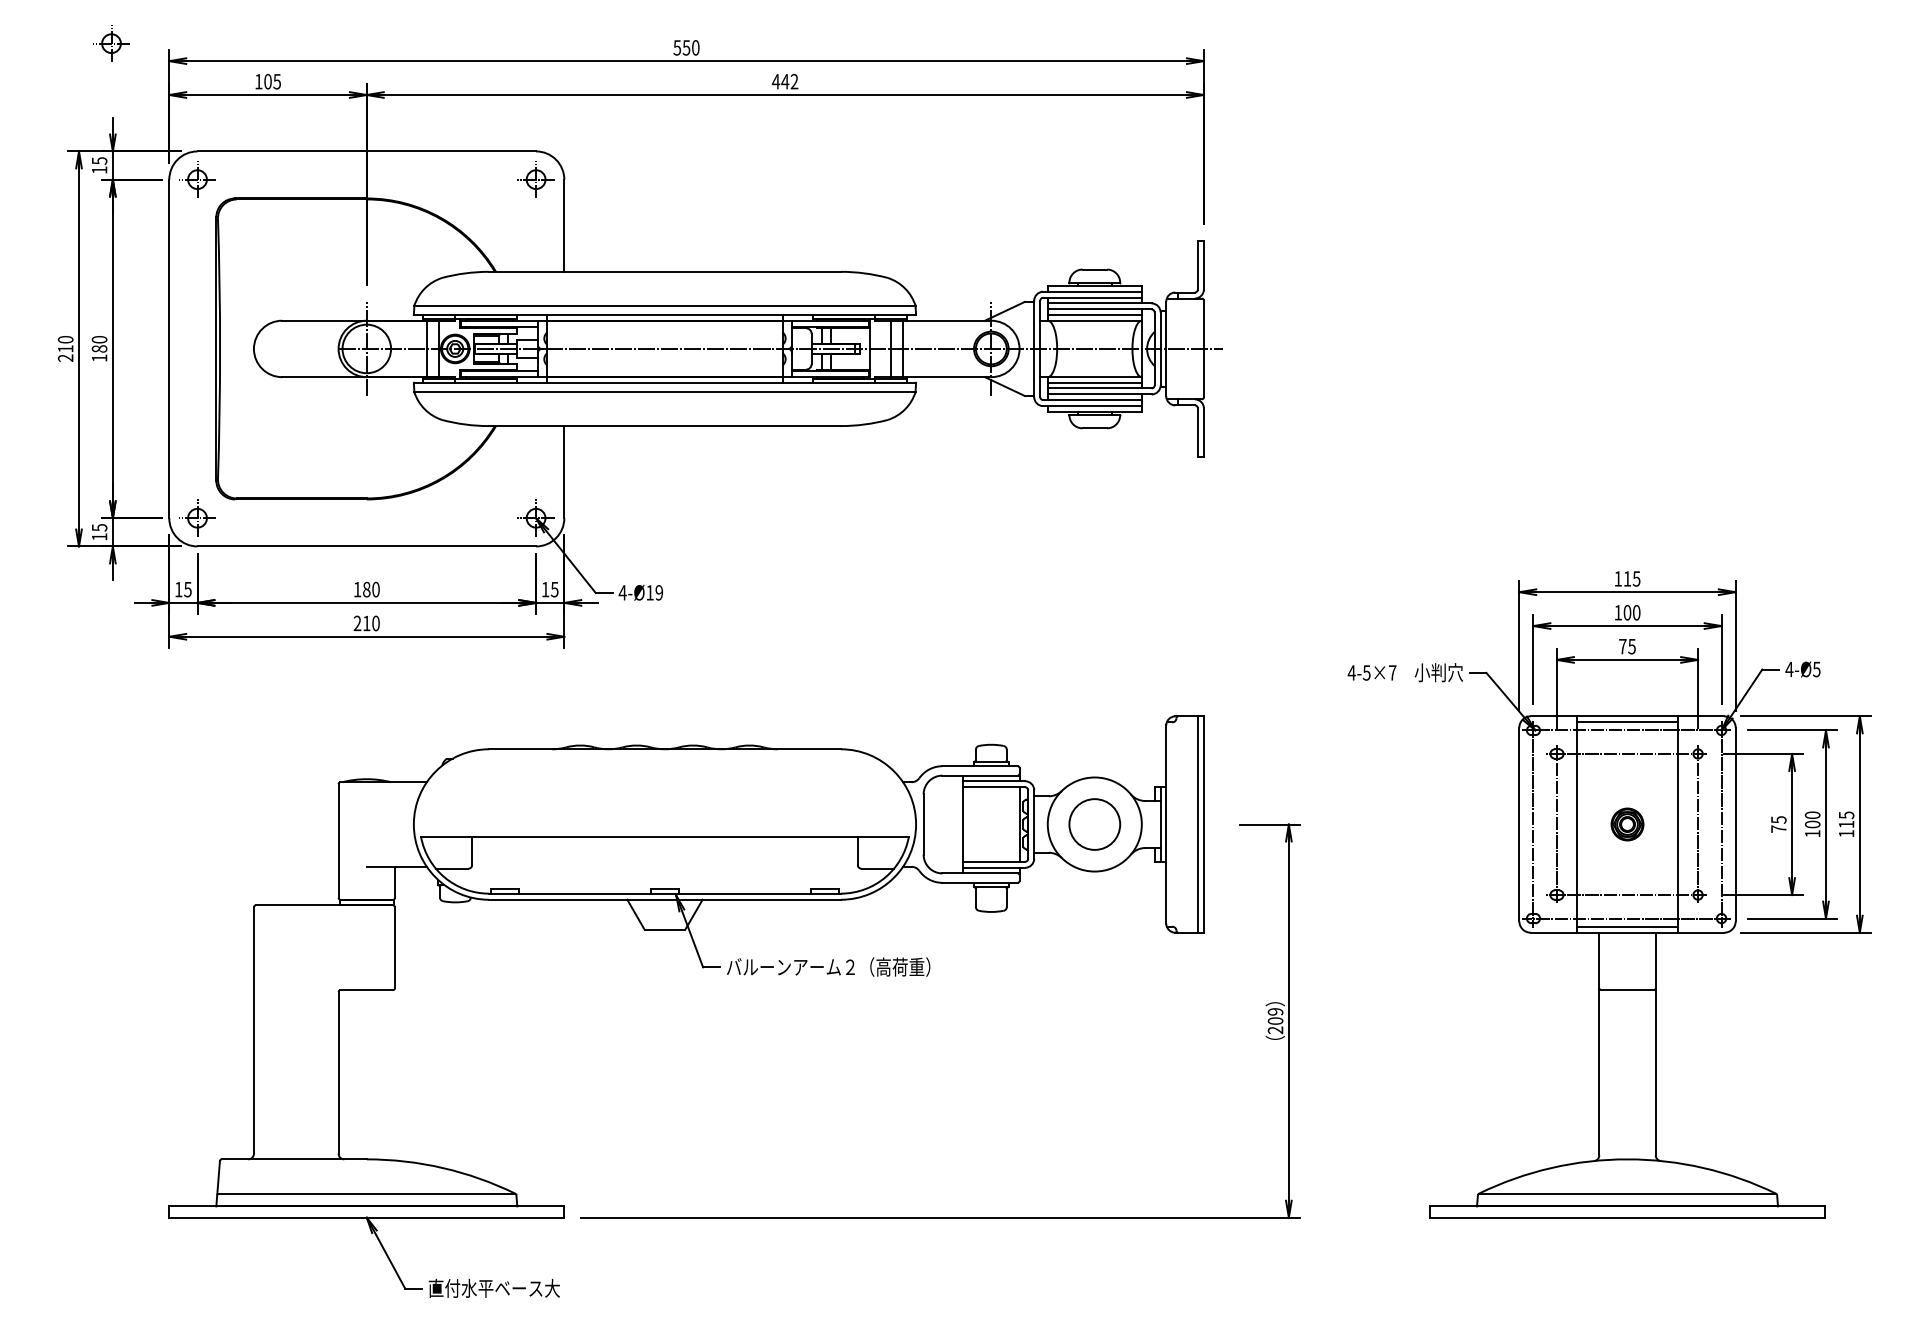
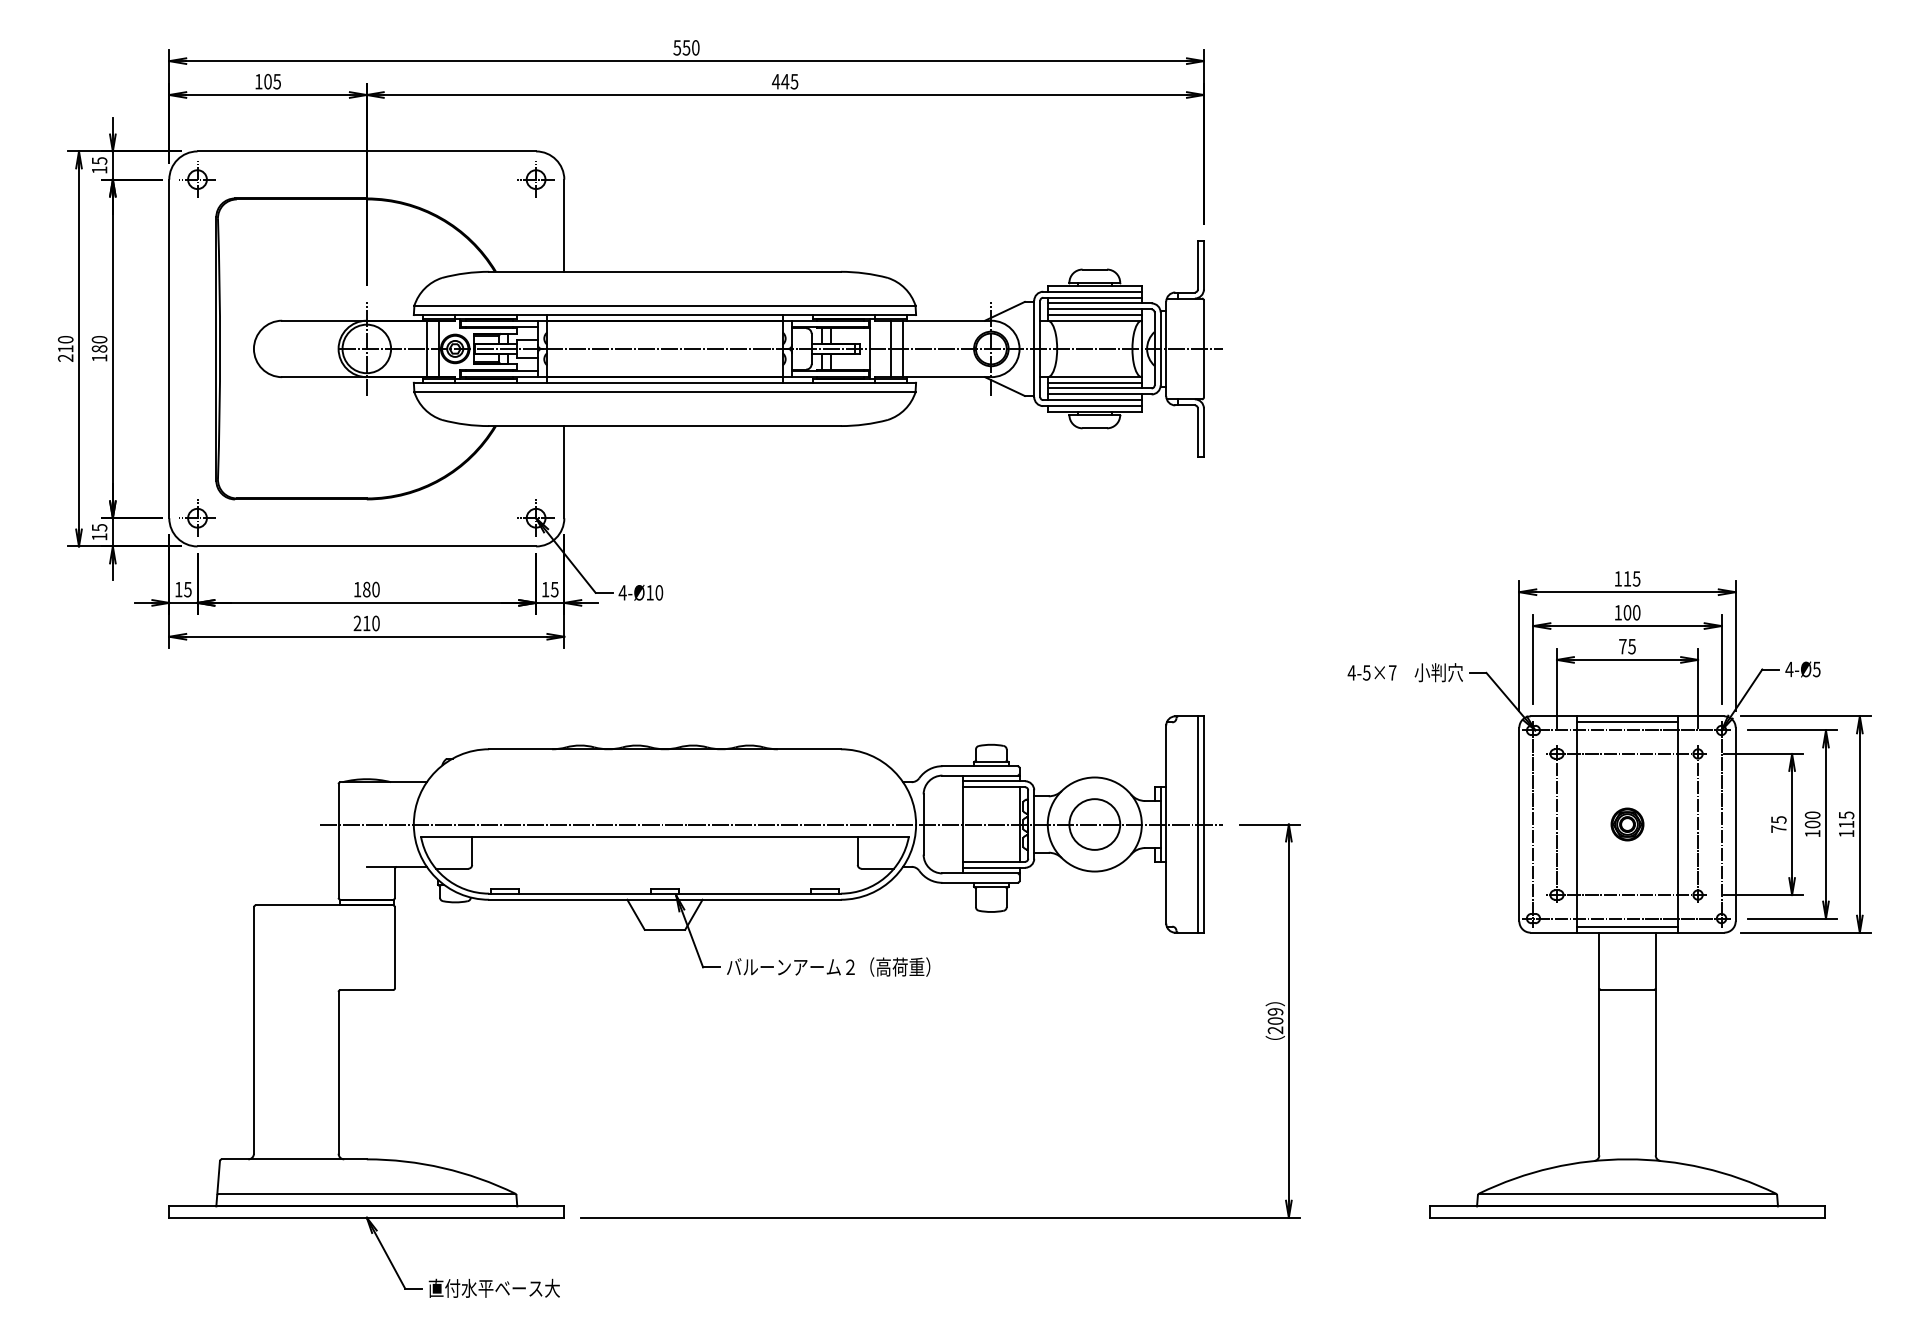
part at (111, 43): present -> none
text at (794, 81): 442 -> 445
text at (659, 592): 4-Ø19 -> 4-Ø10
line at (770, 824): none -> present
